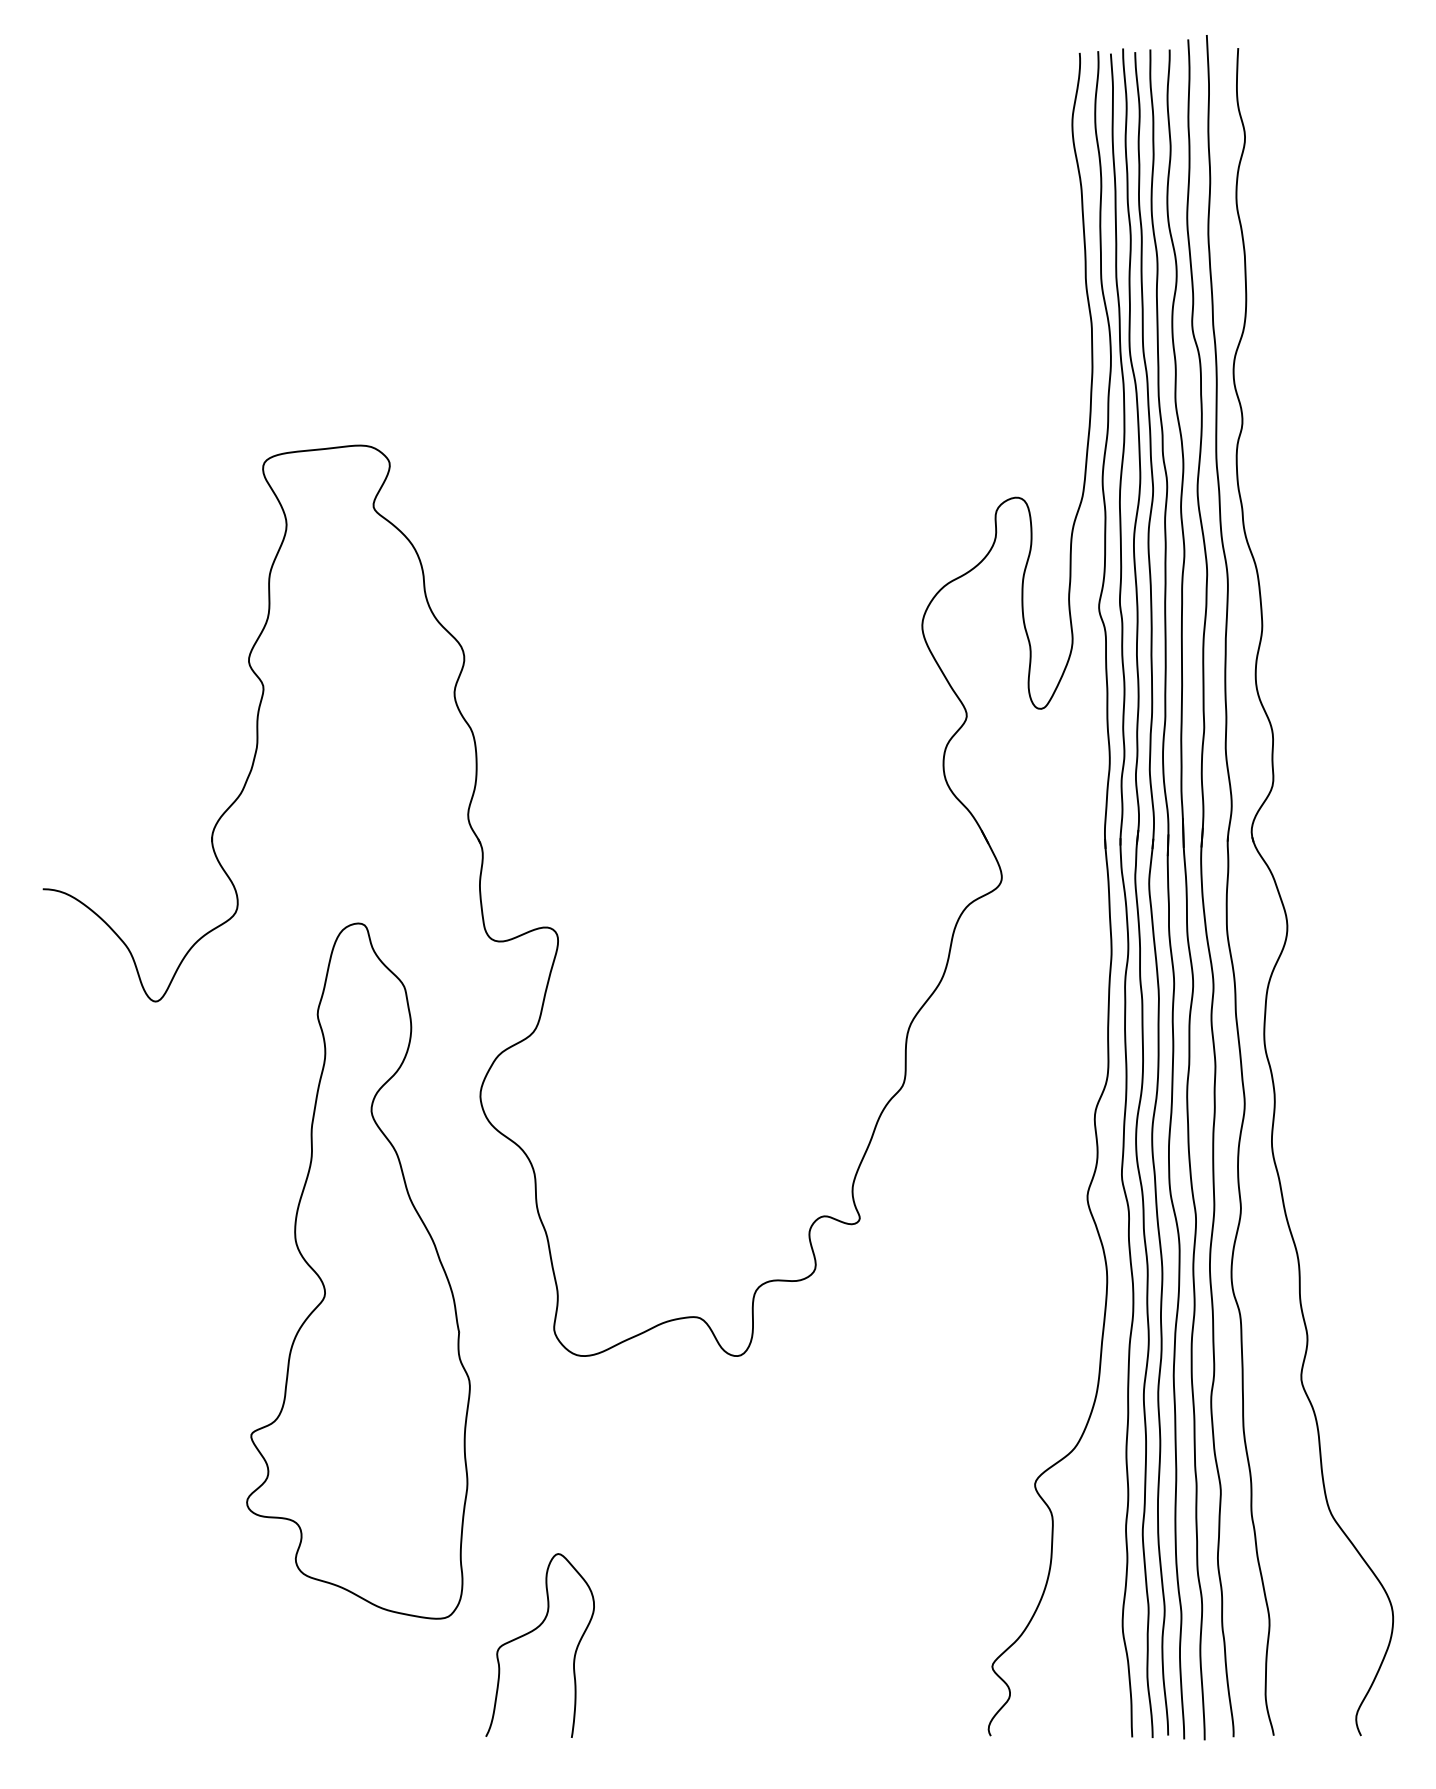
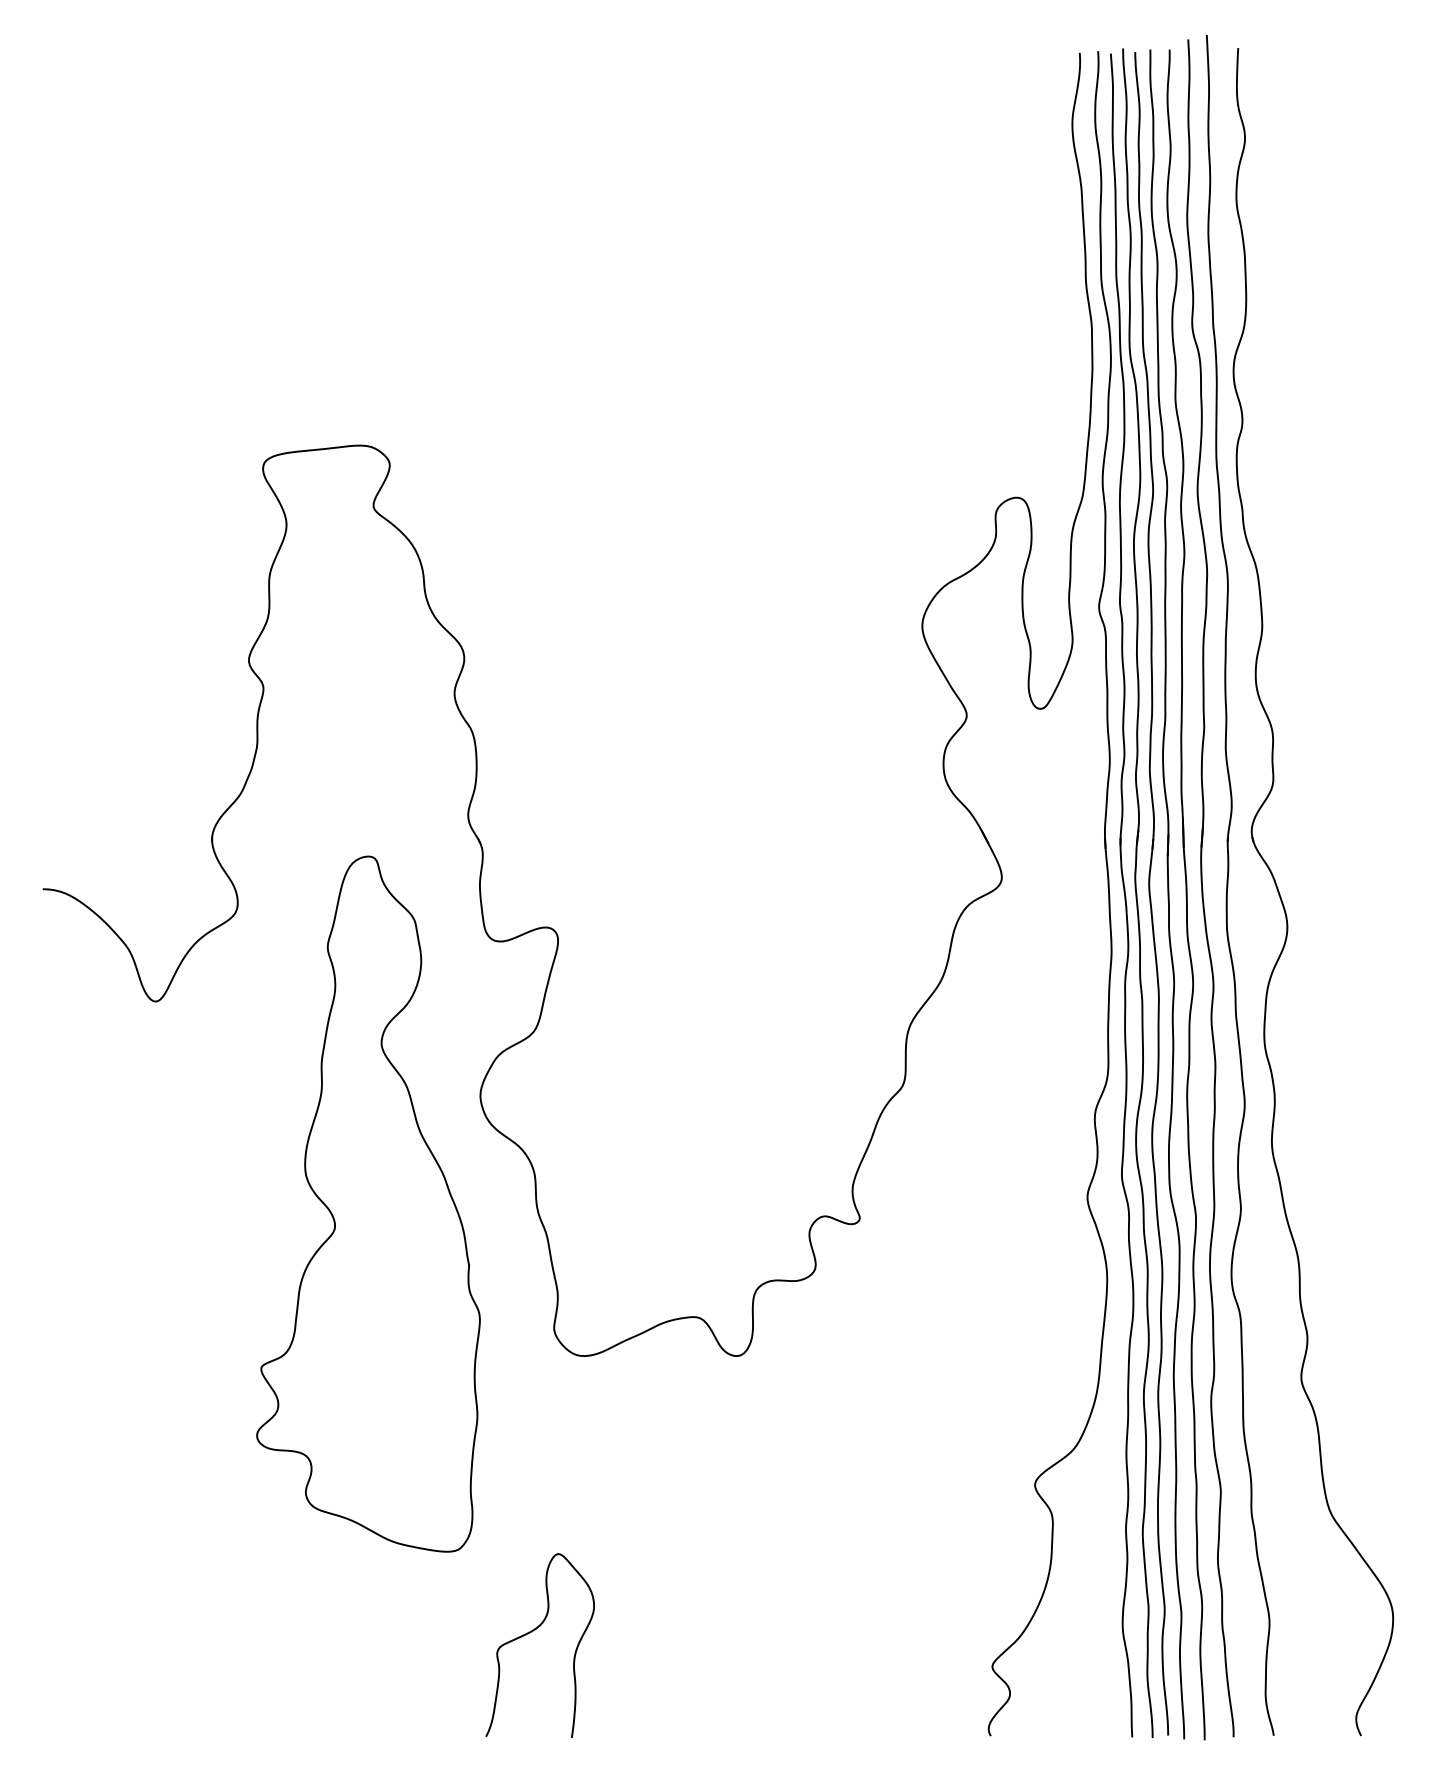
part at (358, 1270) position: (358, 1270) -> (368, 1203)
